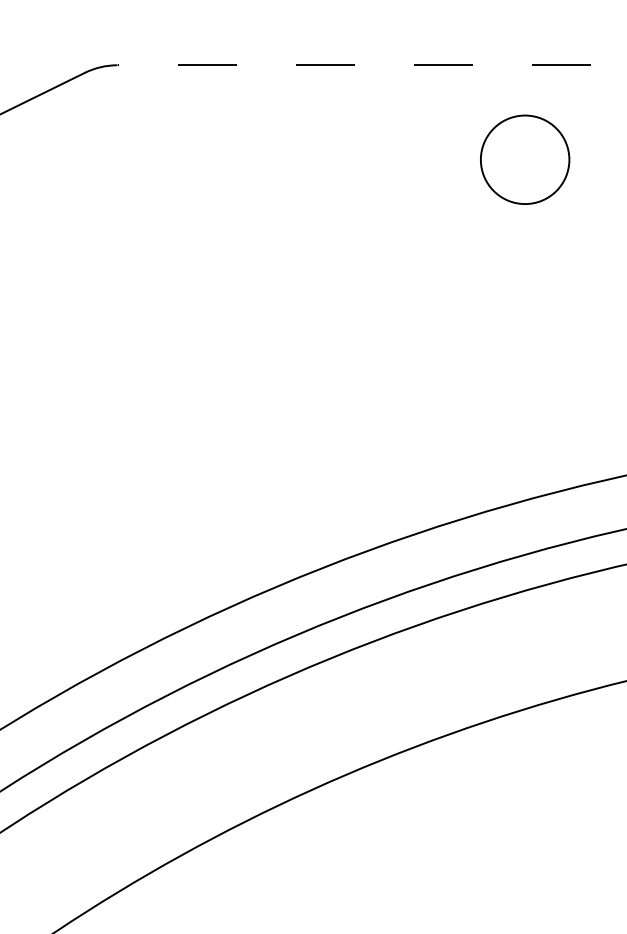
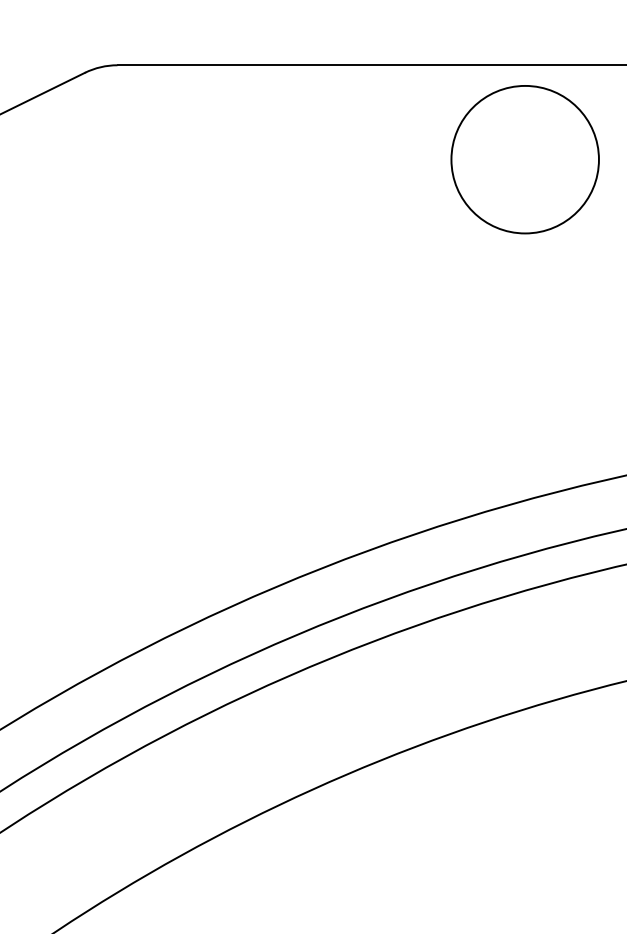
line at (371, 65): dashed -> solid
circle at (525, 159) size: 91x91 px -> 150x150 px
